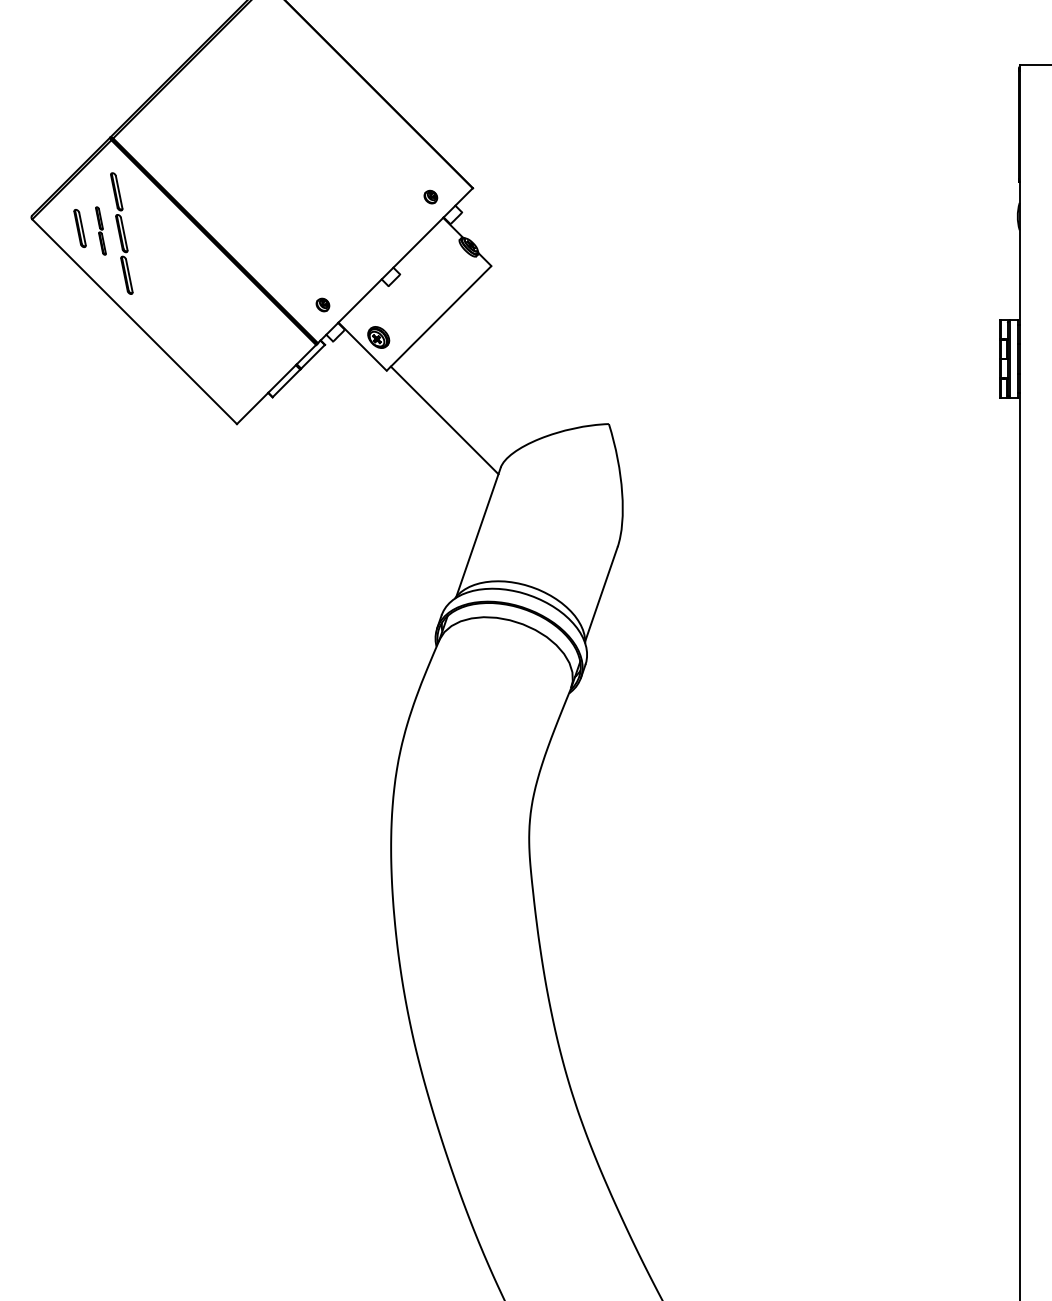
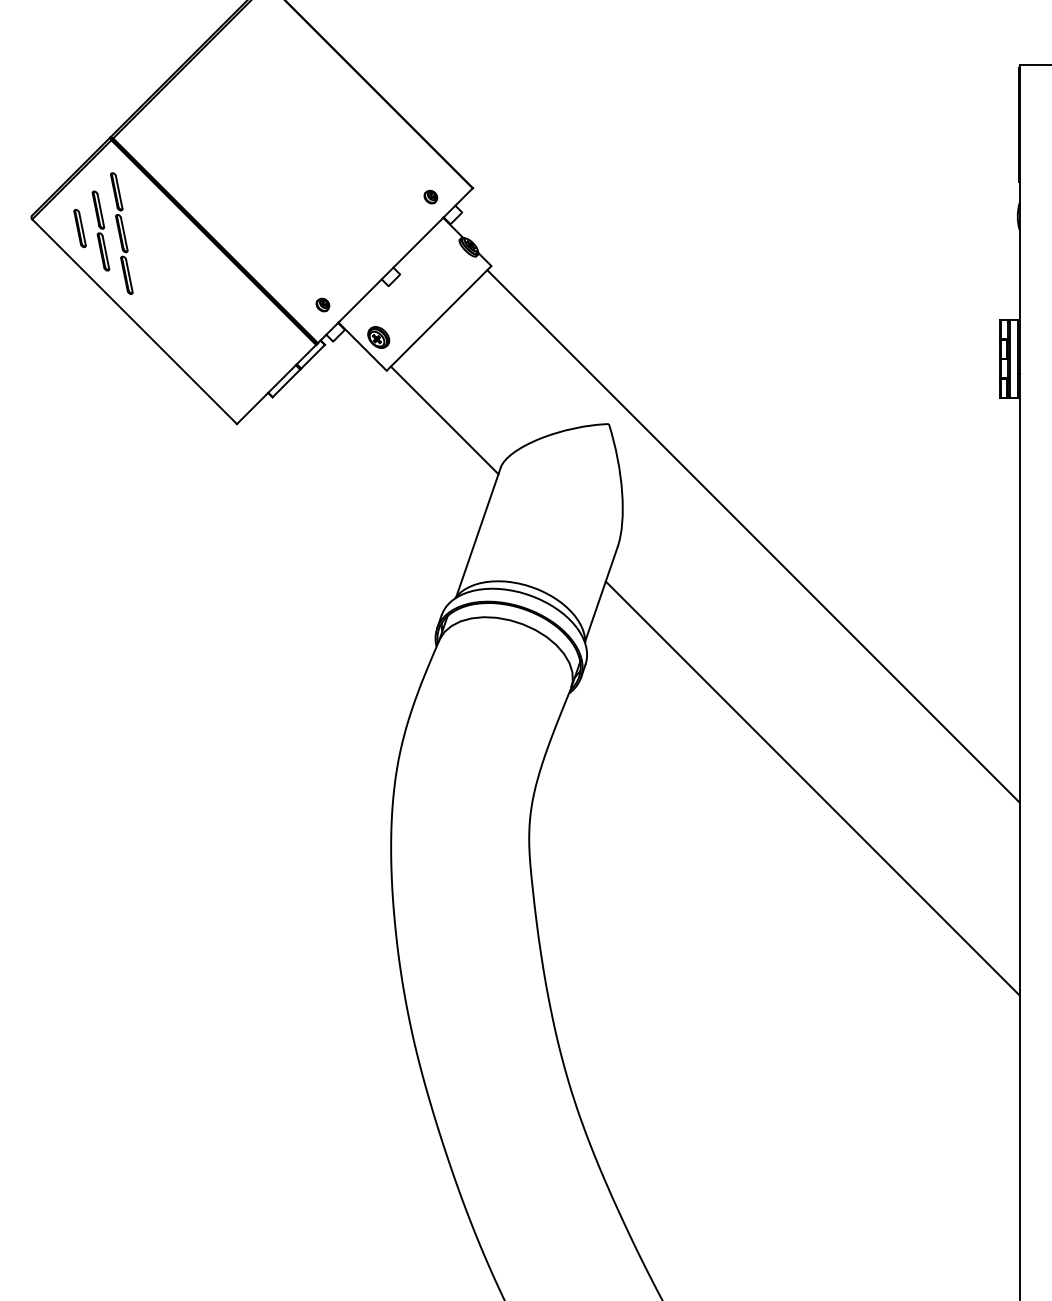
part at (100, 230) size: 12x50 px -> 20x82 px
line at (753, 536): none -> present
line at (812, 788): none -> present
